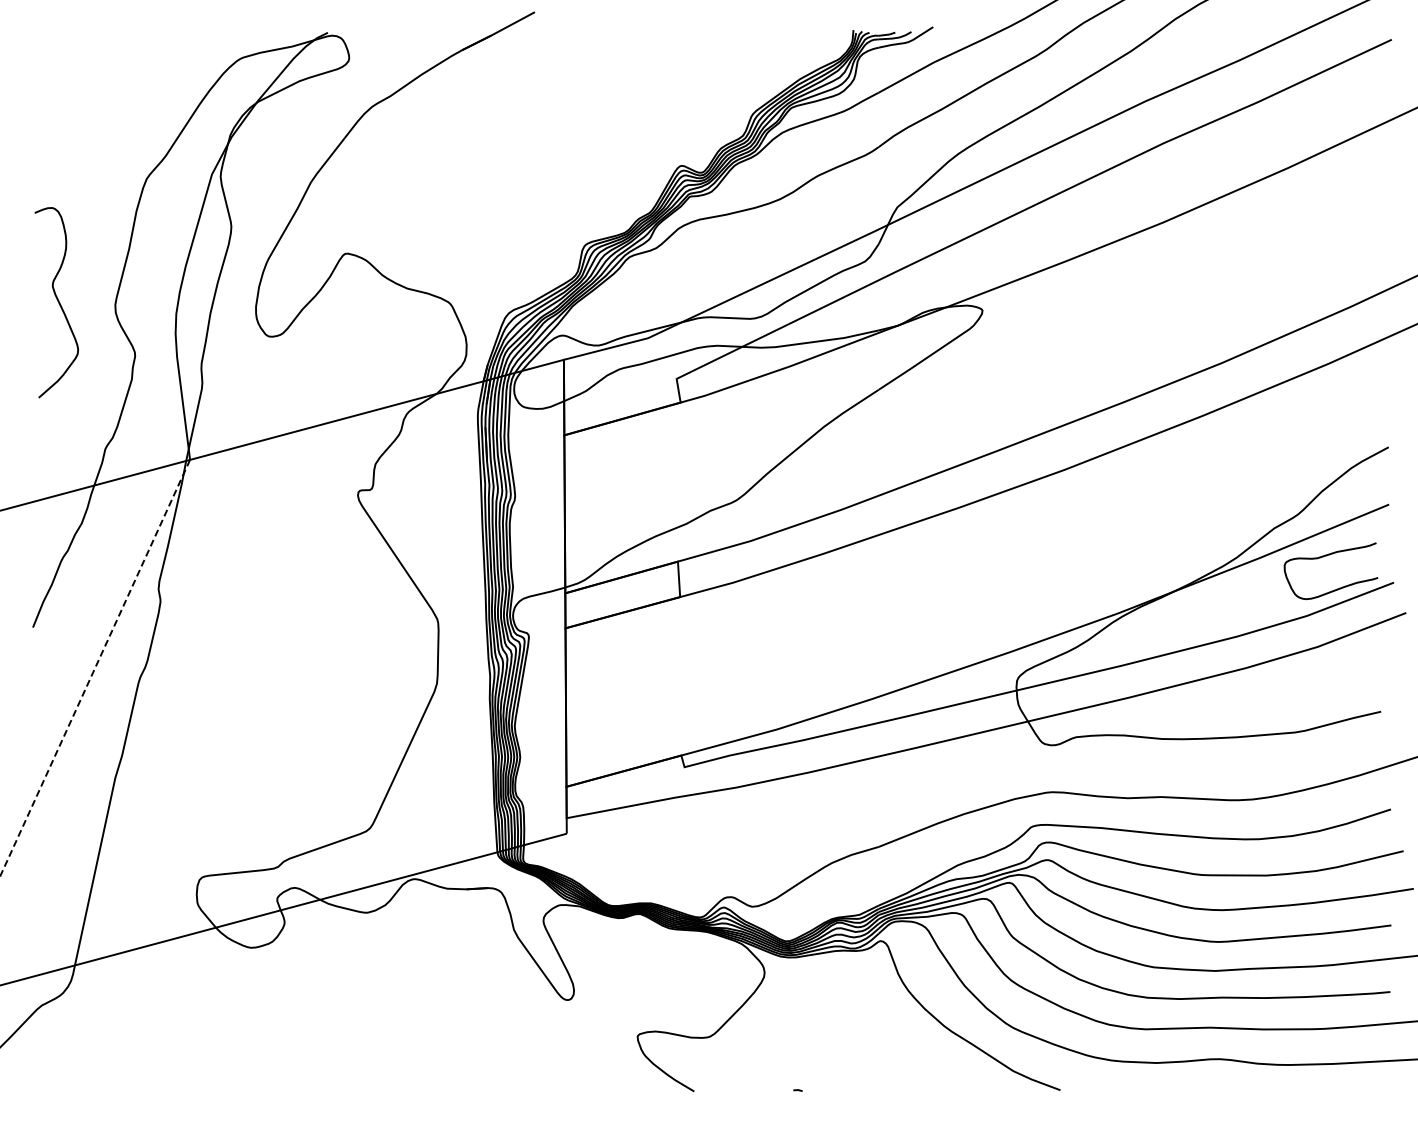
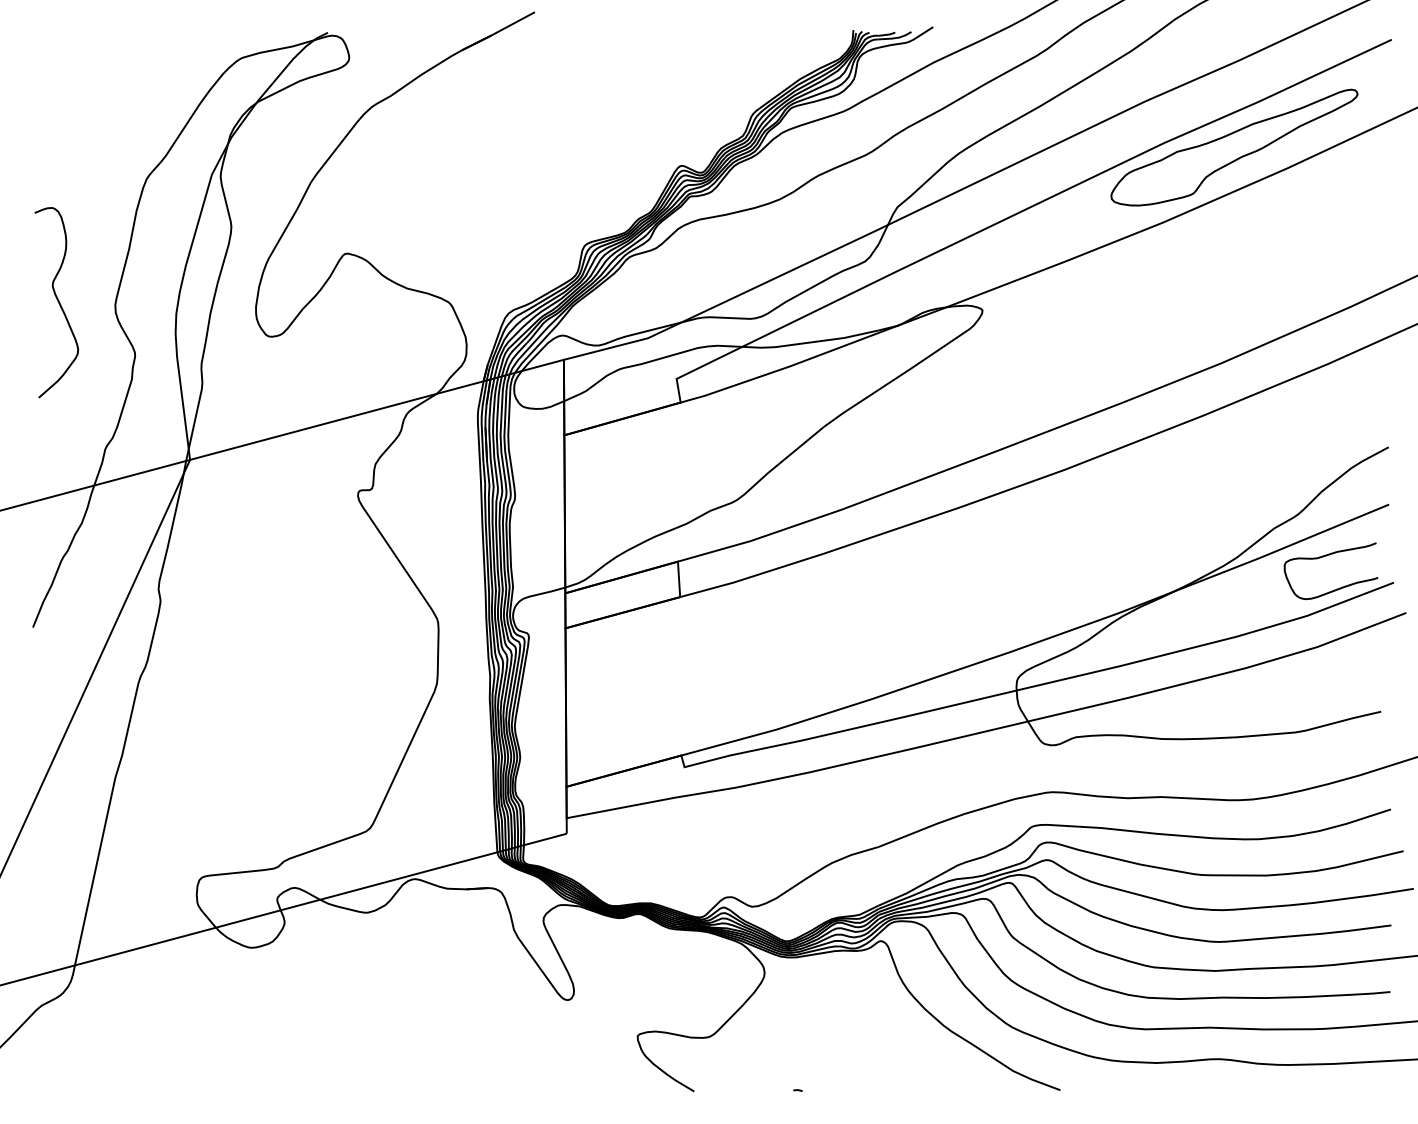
part at (1234, 147): none -> present
line at (95, 668): dashed -> solid
